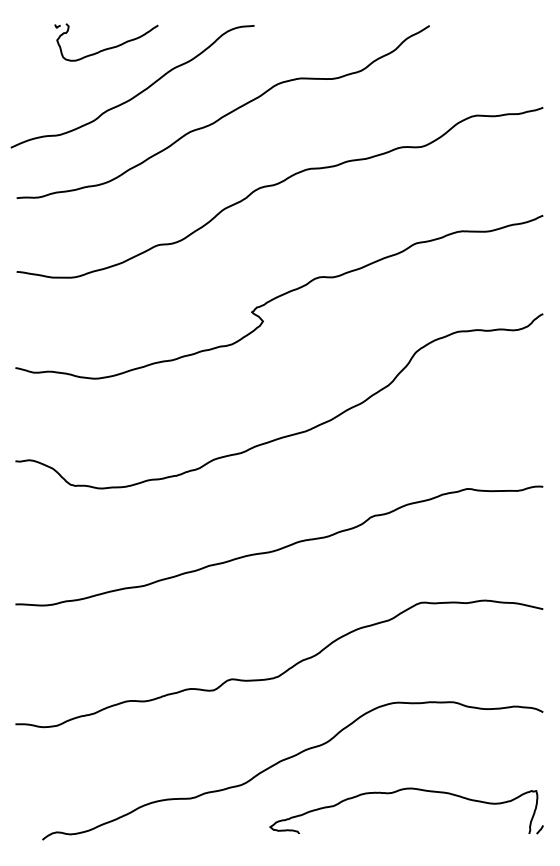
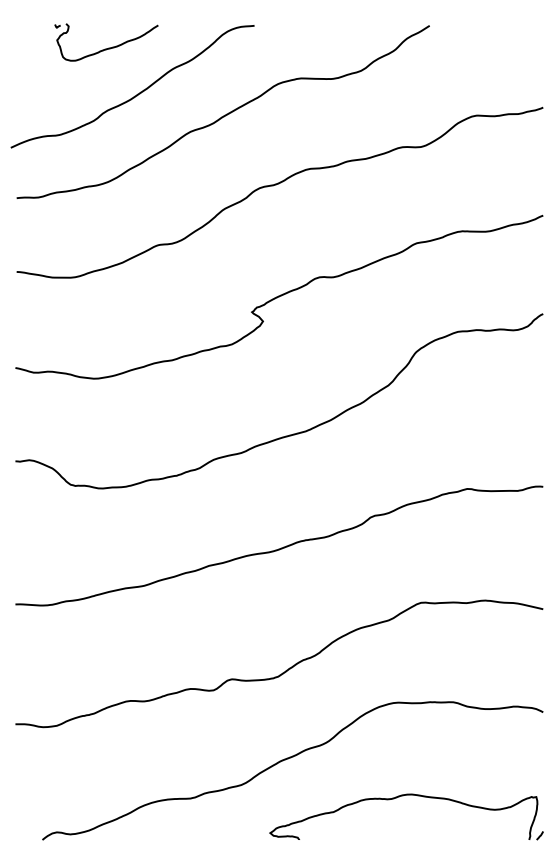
part at (403, 790) position: (403, 790) -> (403, 796)
